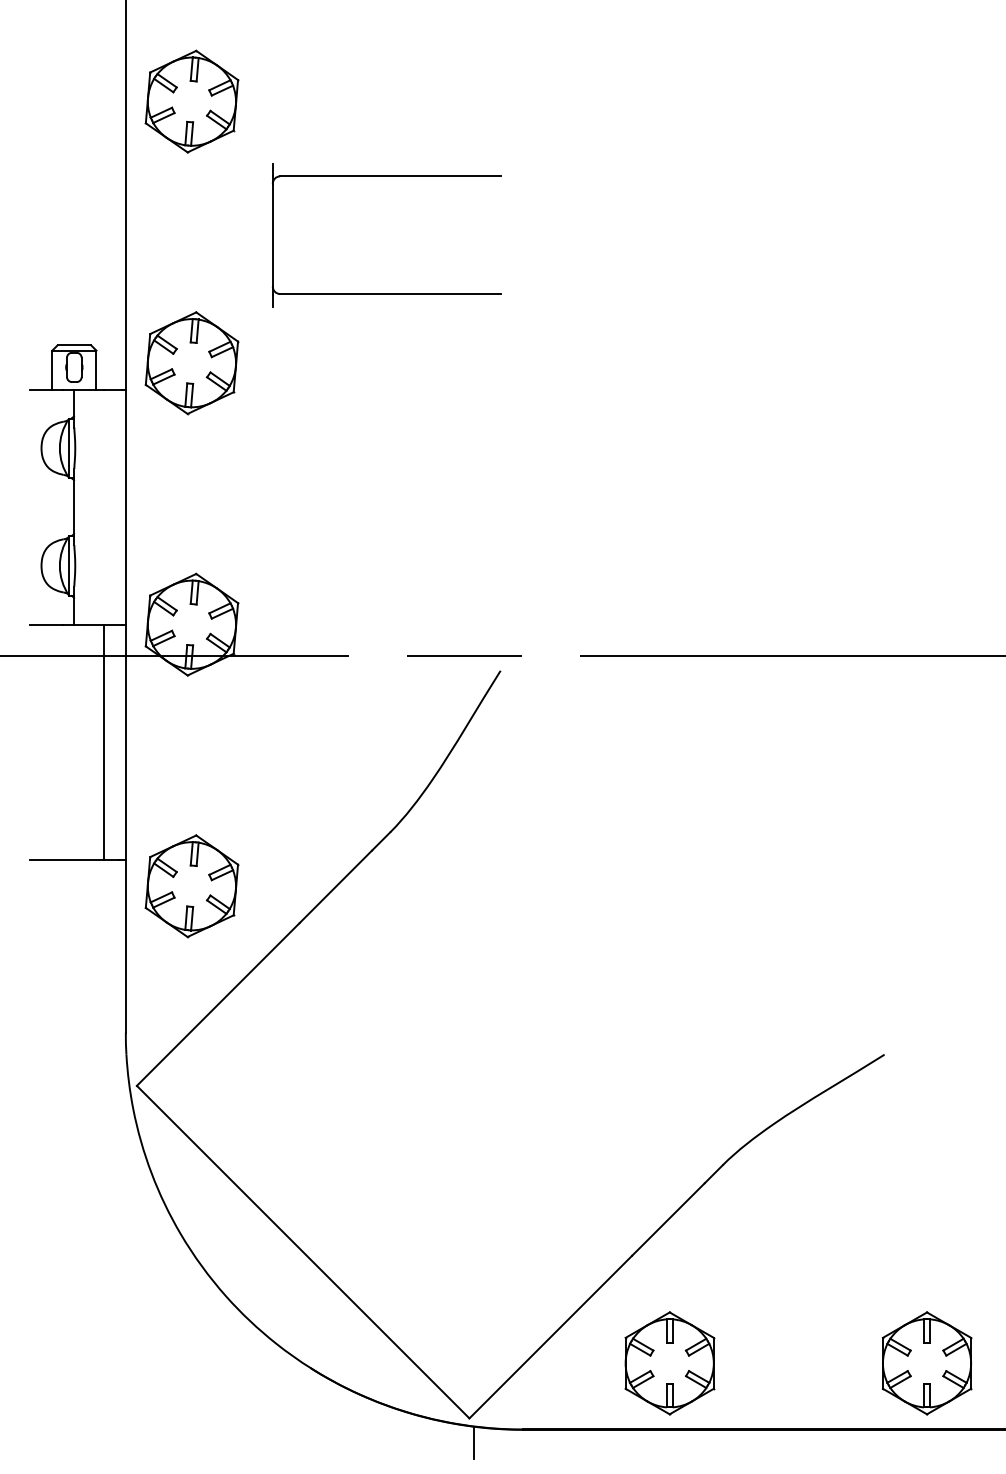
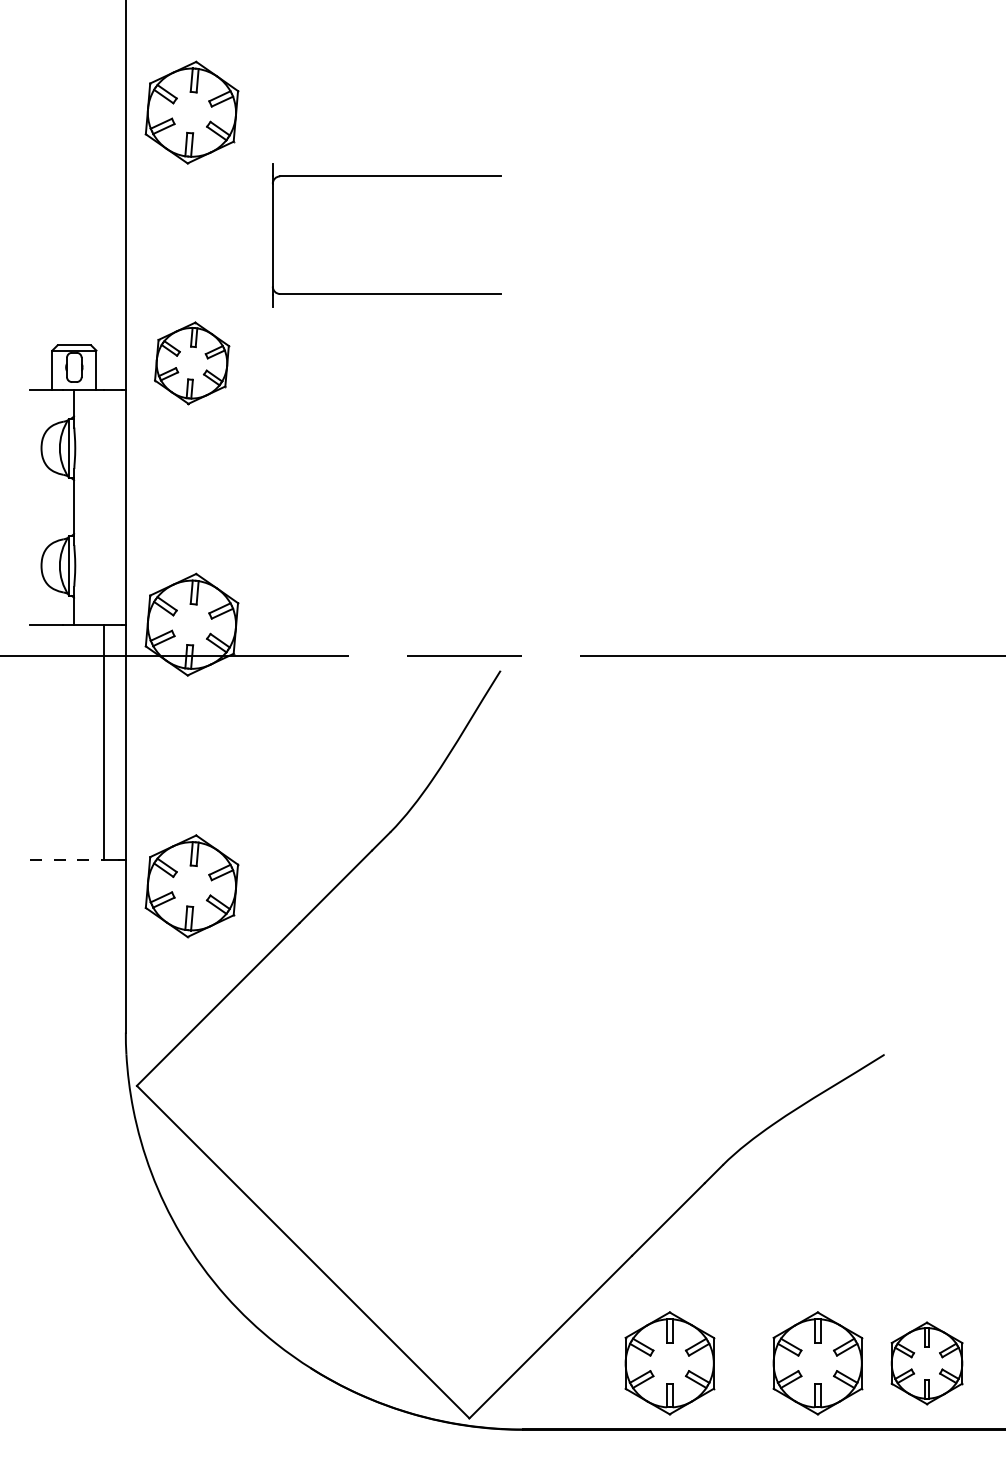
part at (191, 101) position: (191, 101) -> (191, 112)
part at (191, 363) size: 96x105 px -> 77x85 px
line at (67, 859): solid -> dashed
part at (817, 1363): none -> present
part at (926, 1363) size: 92x105 px -> 74x85 px
line at (474, 1442): present -> none
